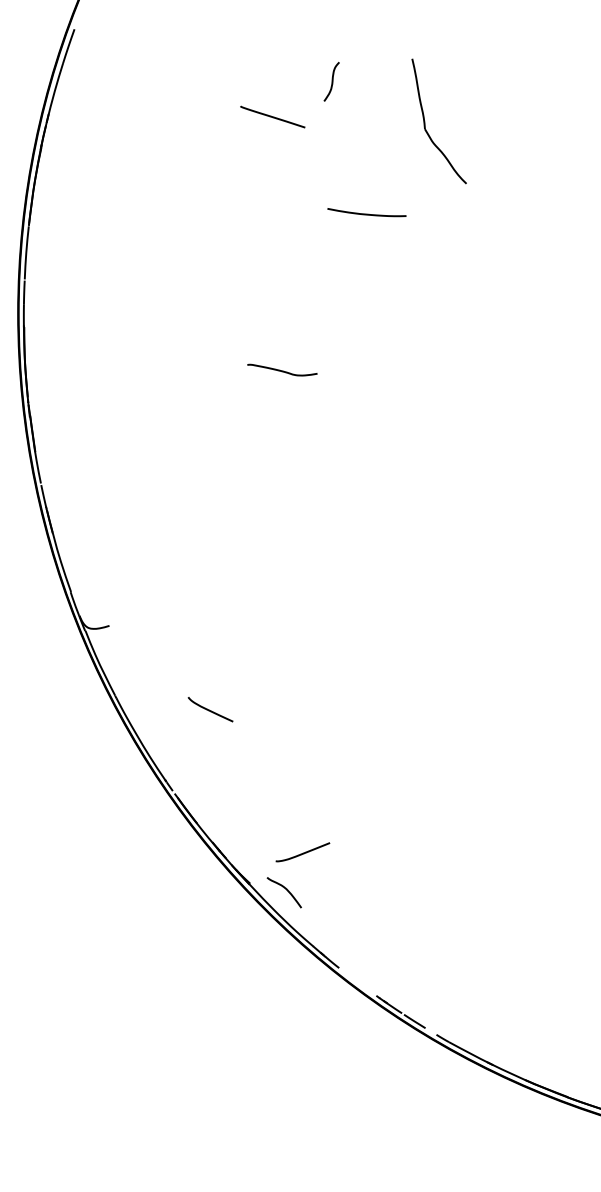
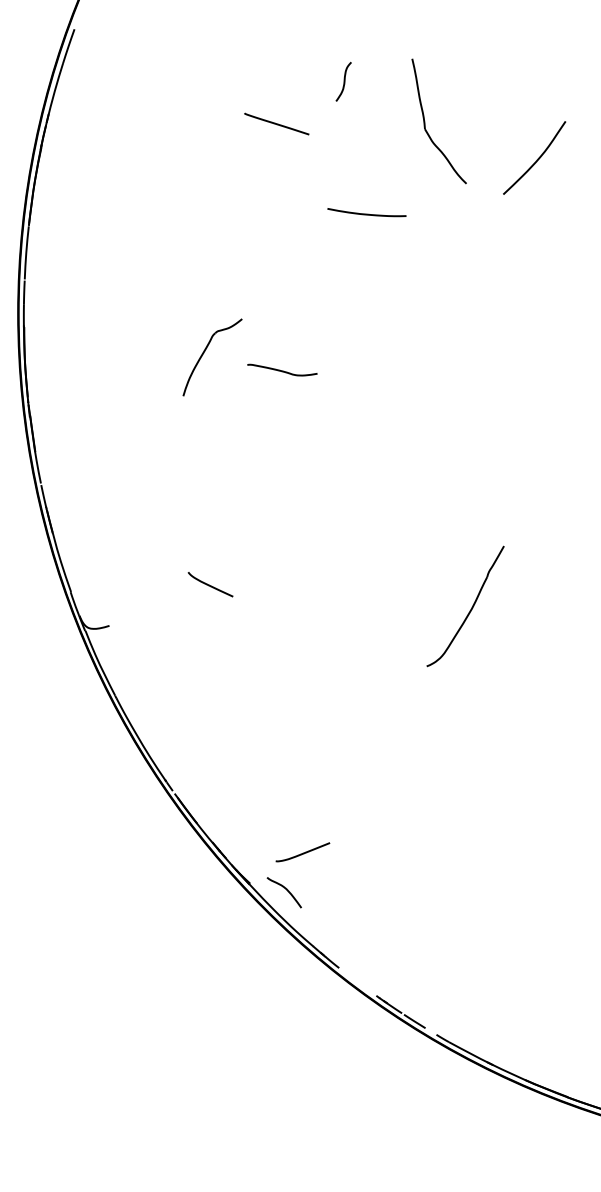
curve at (331, 81) position: (331, 81) -> (343, 81)
line at (272, 116) position: (272, 116) -> (276, 123)
curve at (536, 159): none -> present
part at (204, 353): none -> present
part at (465, 606): none -> present
curve at (209, 709) position: (209, 709) -> (209, 584)
